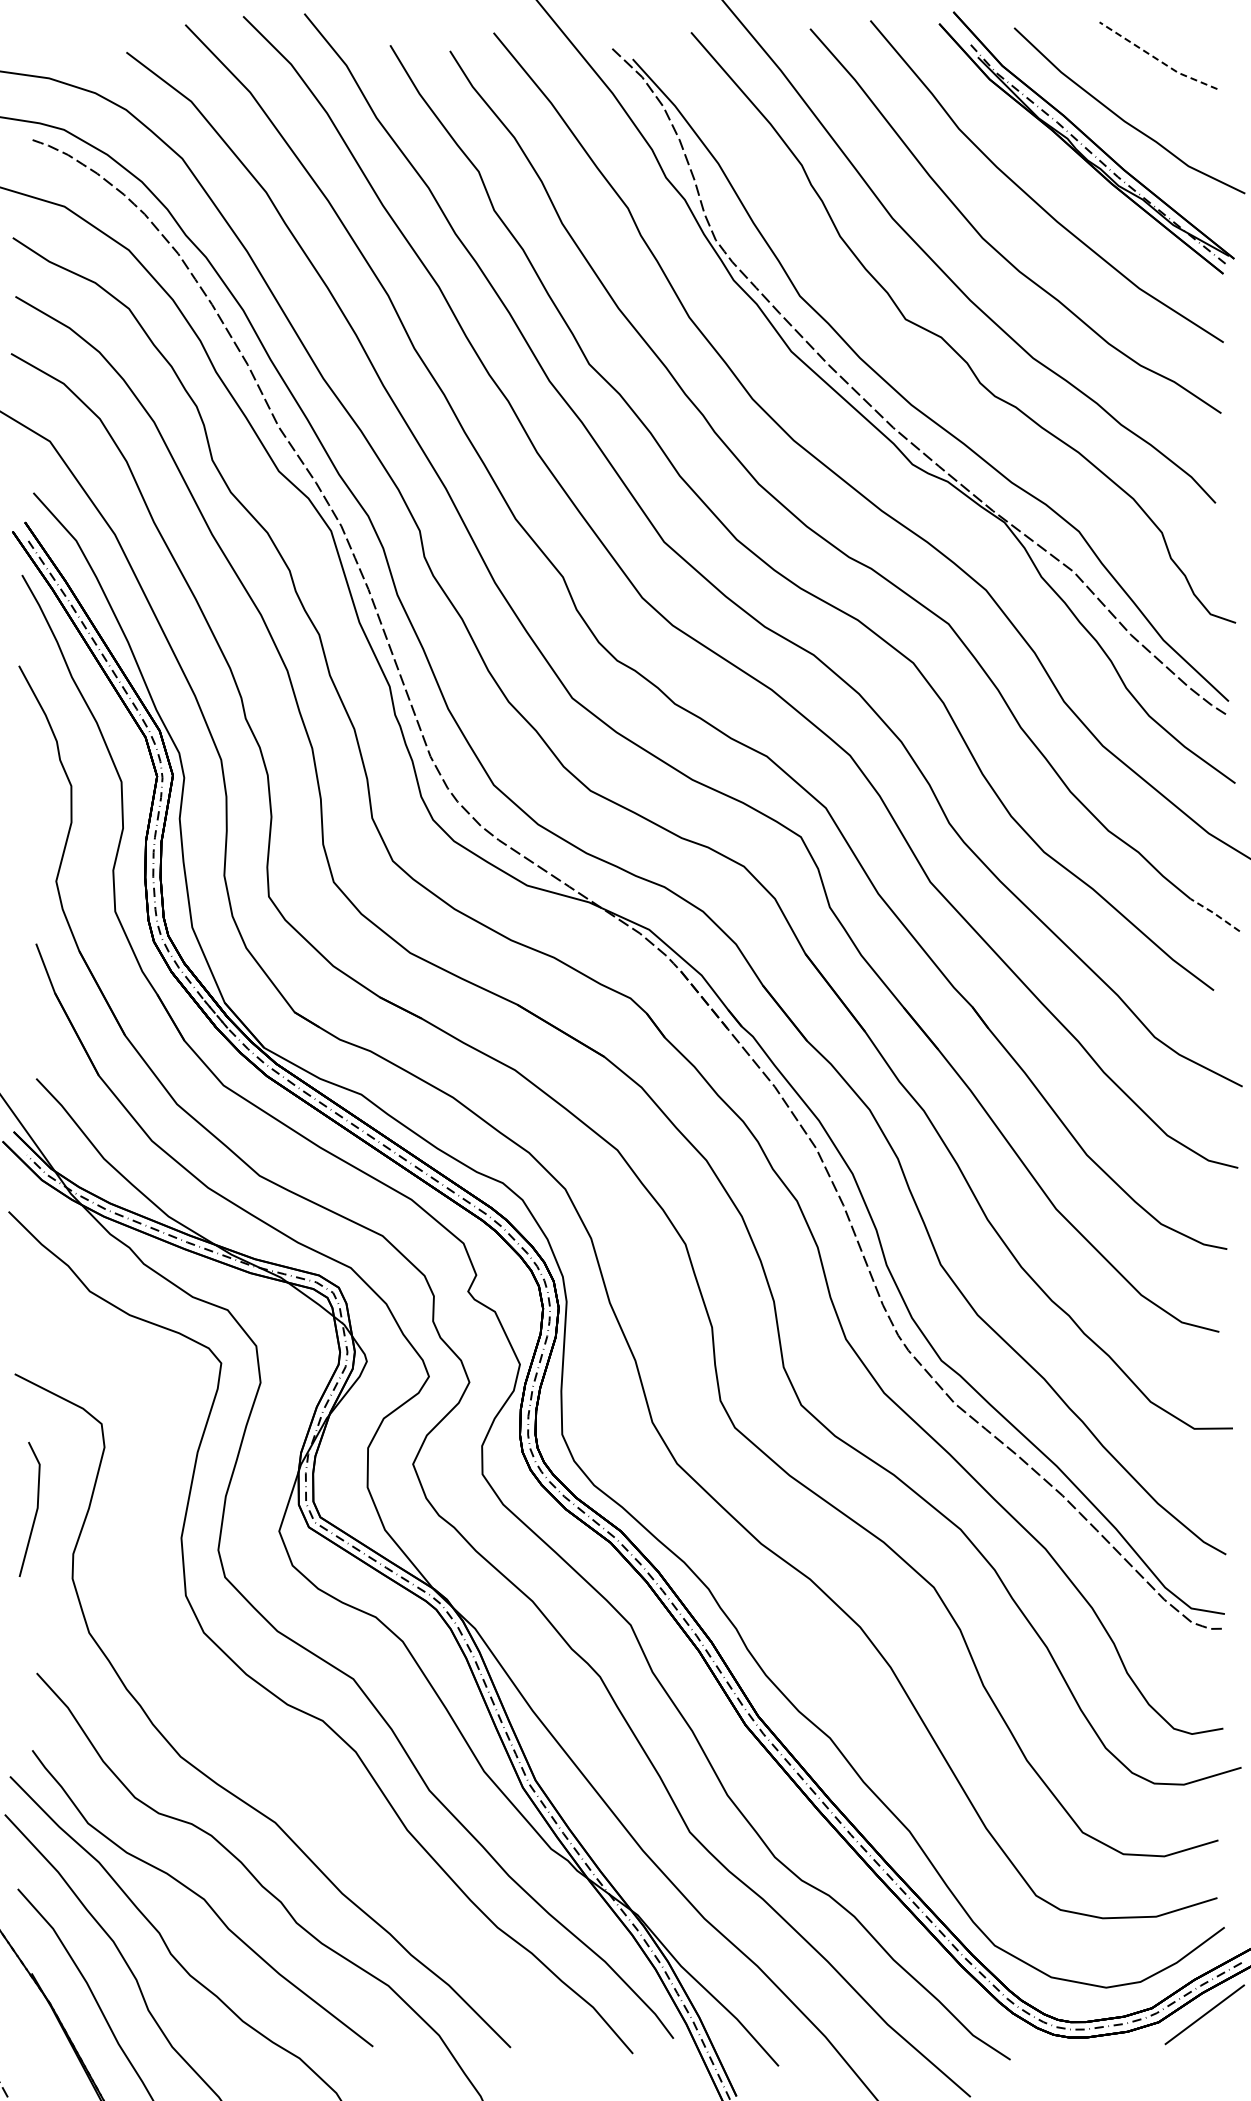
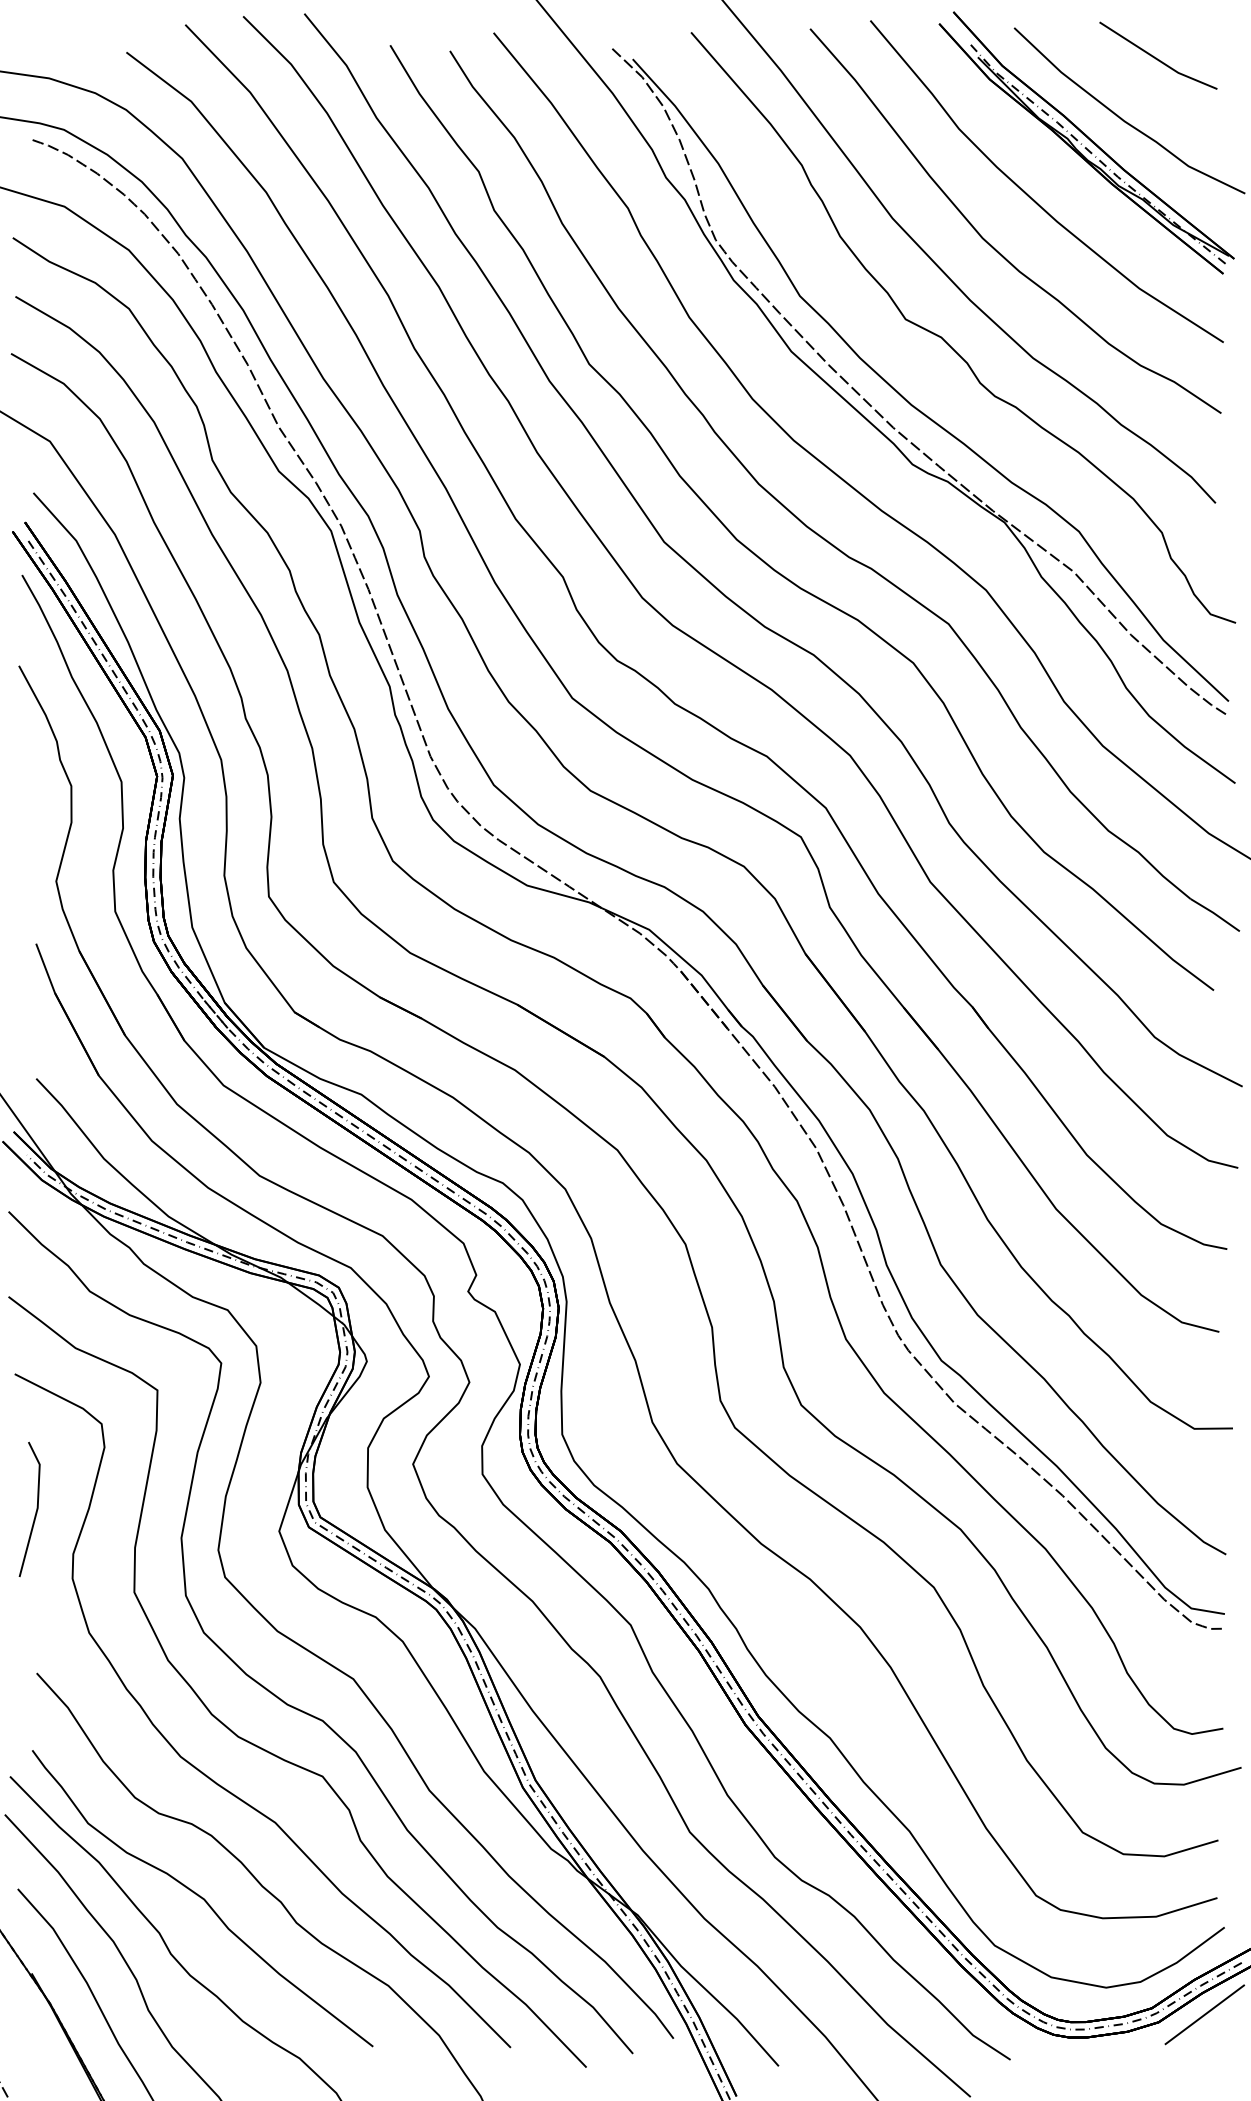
line at (1157, 59): dashed -> solid
line at (1214, 913): dashed -> solid
curve at (263, 1748): none -> present
